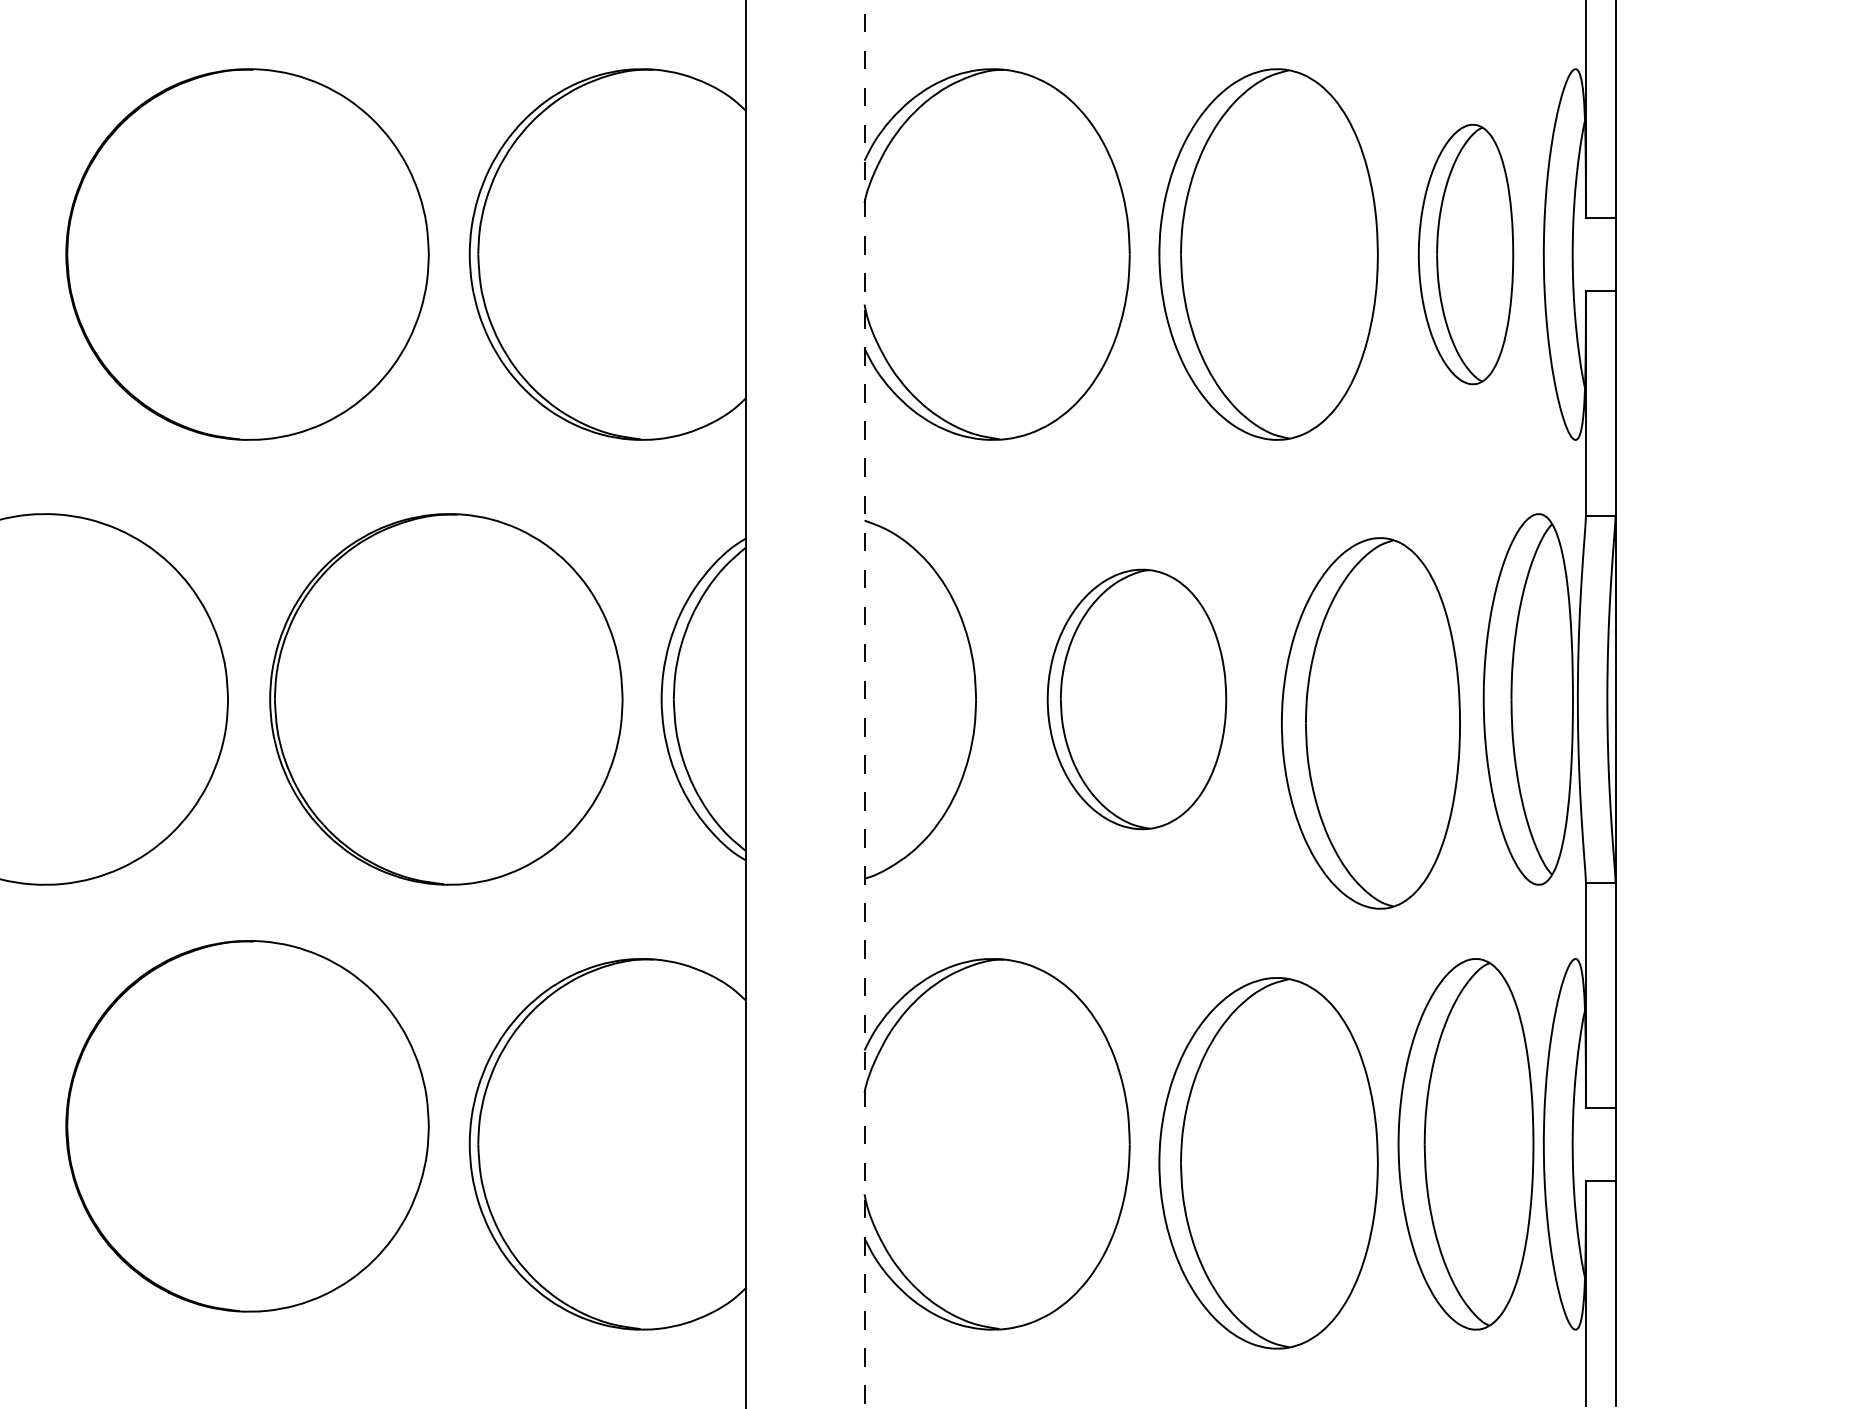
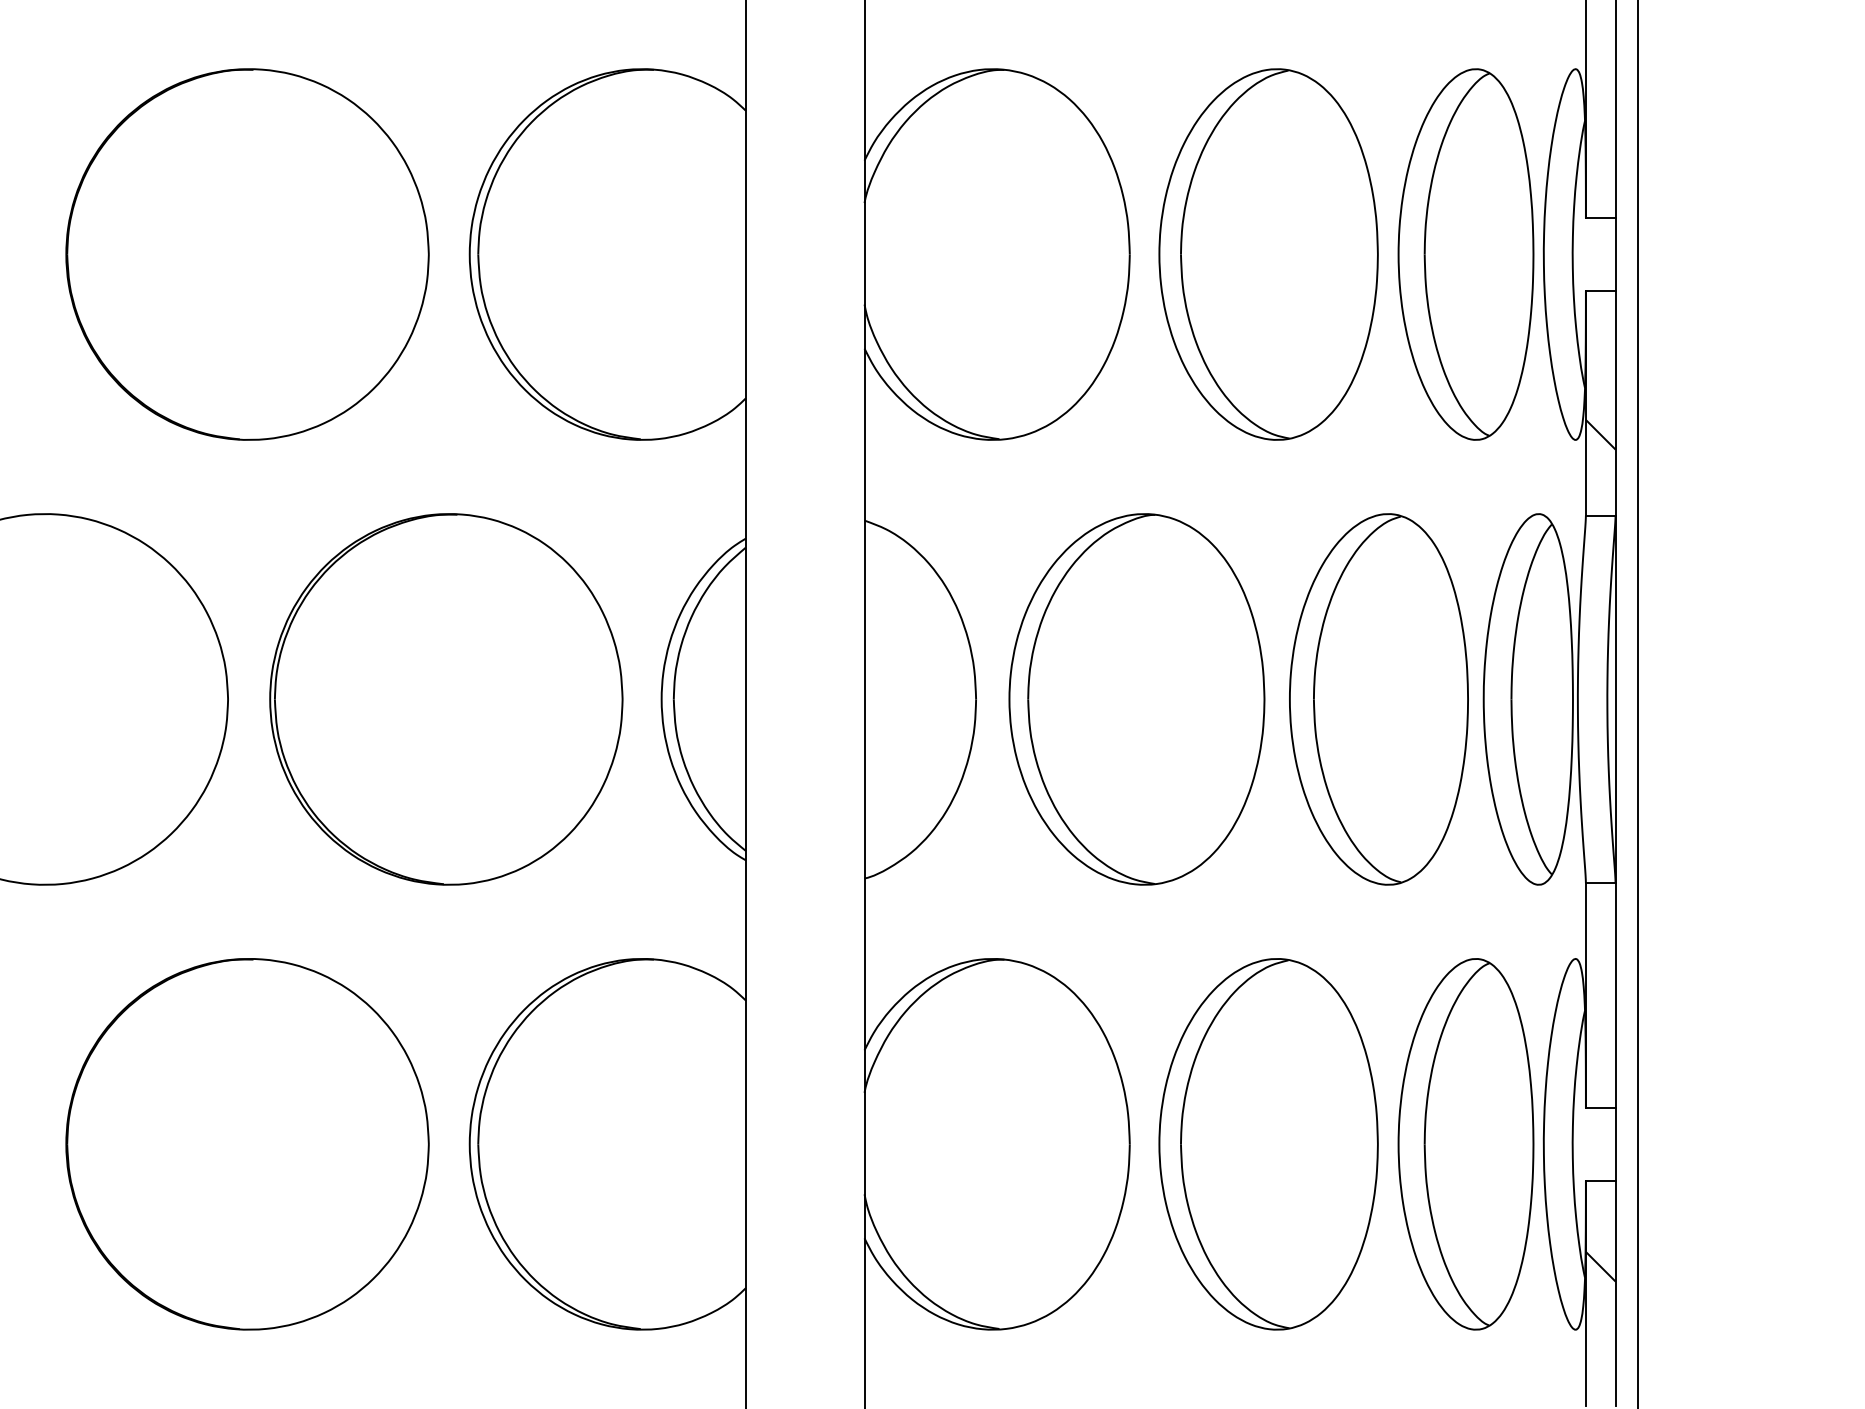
part at (1465, 254) size: 98x263 px -> 138x373 px
hatch at (1600, 434): none -> present
part at (1136, 699) size: 182x263 px -> 258x373 px
line at (1637, 703): none -> present
line at (864, 704): dashed -> solid
part at (1370, 723) position: (1370, 723) -> (1378, 699)
part at (247, 1126) position: (247, 1126) -> (247, 1144)
part at (1268, 1163) position: (1268, 1163) -> (1268, 1144)
hatch at (1600, 1266): none -> present
